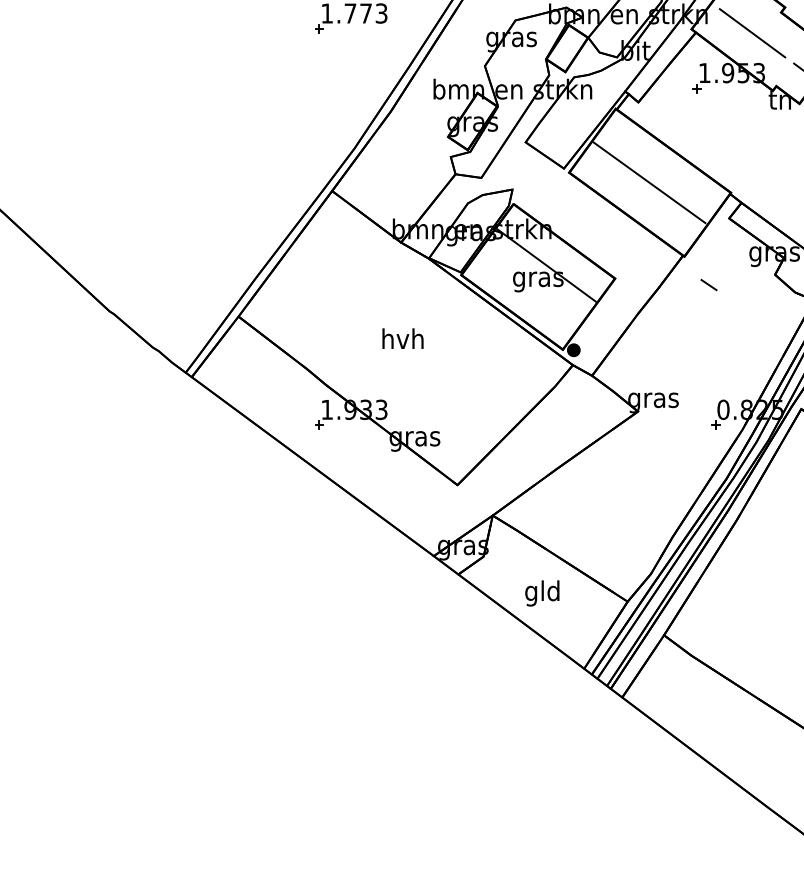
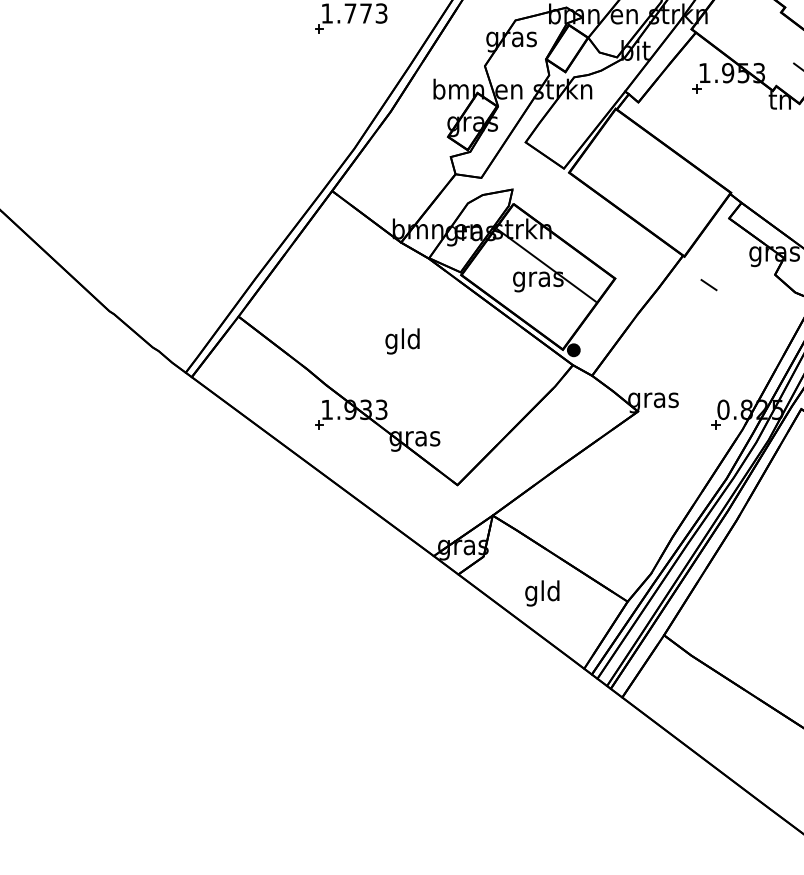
line at (752, 33): present -> none
line at (649, 182): present -> none
text at (402, 341): hvh -> gld
